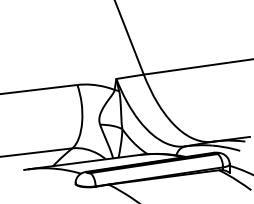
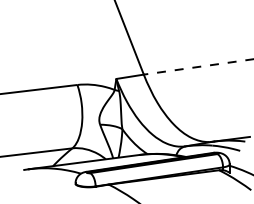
line at (198, 66): solid -> dashed
